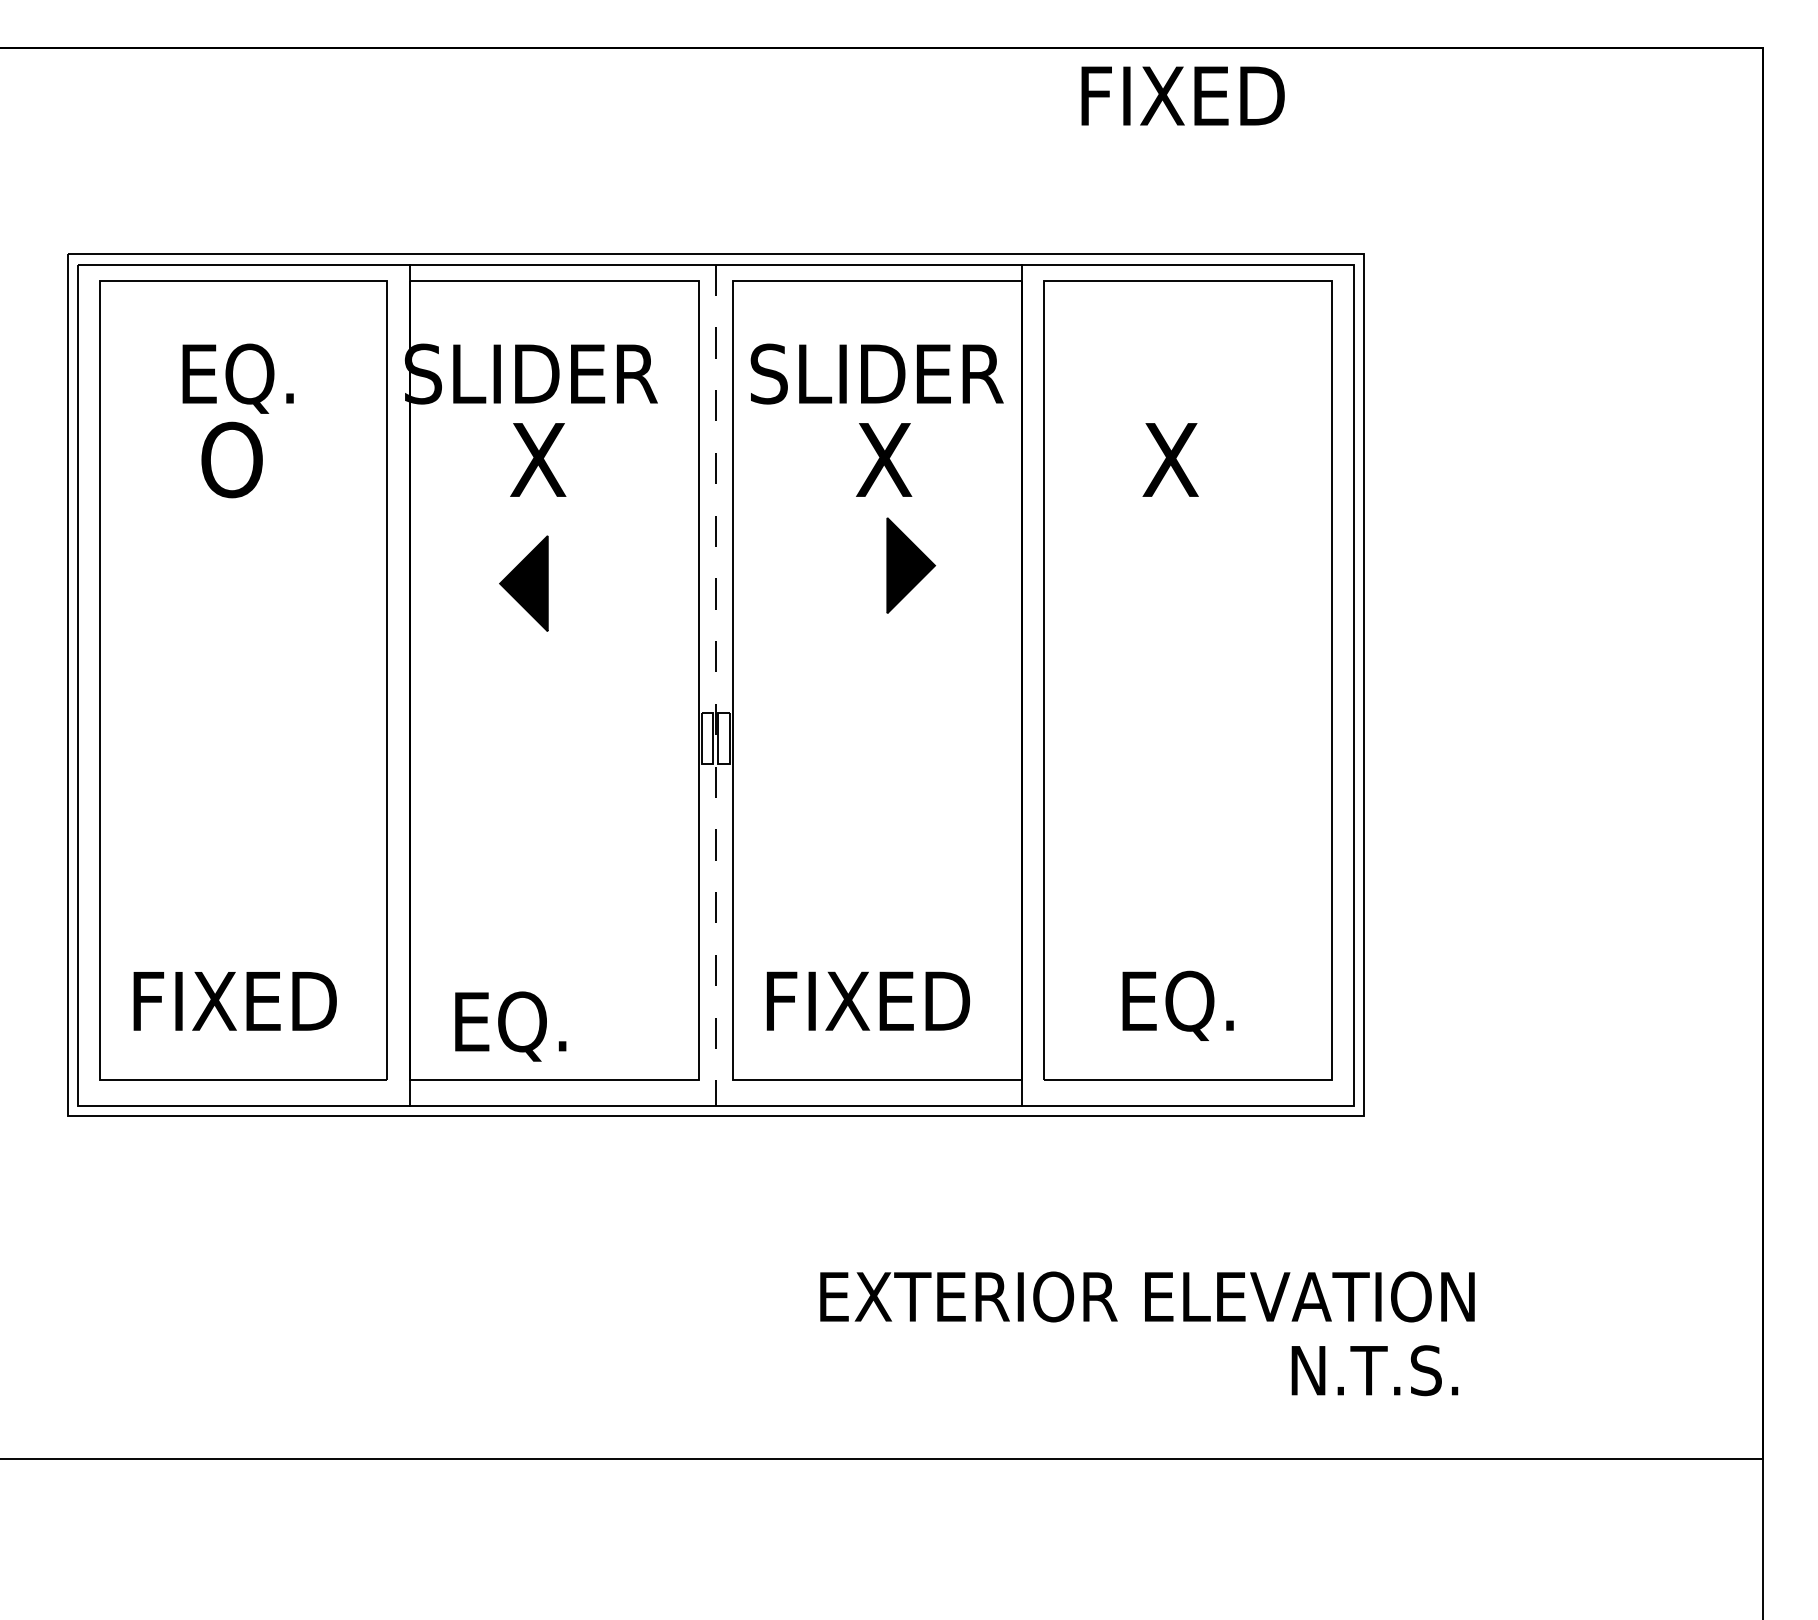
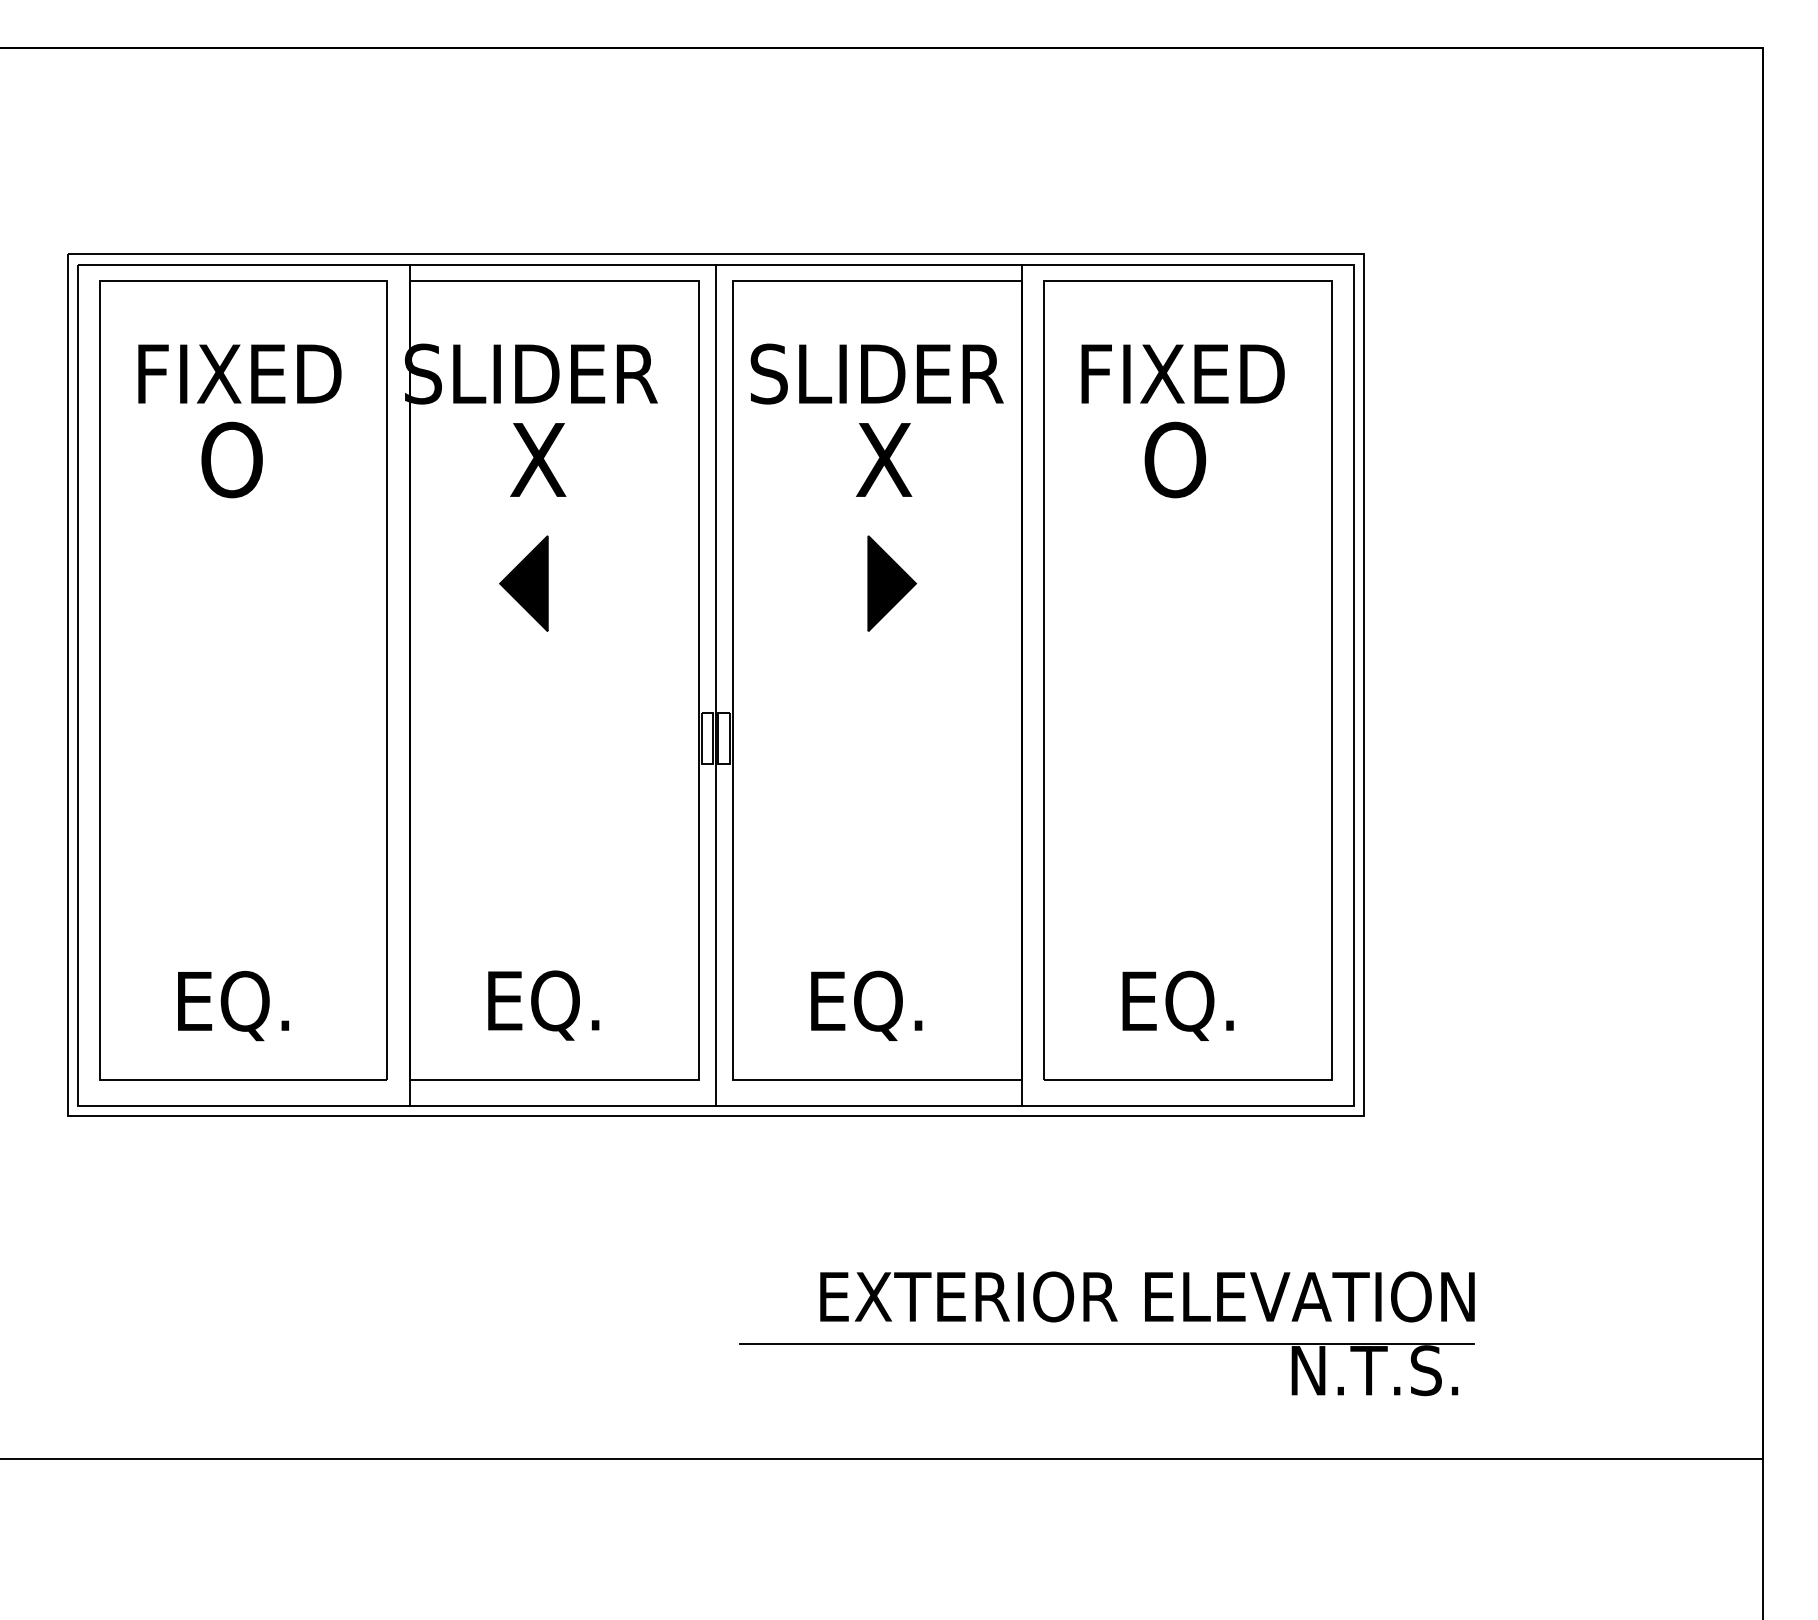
text at (1182, 95) position: (1182, 95) -> (1182, 373)
text at (239, 378): EQ. -> FIXED
text at (1174, 459): X -> O
part at (911, 565) position: (911, 565) -> (892, 583)
line at (715, 685): dashed -> solid
text at (234, 1005): FIXED -> EQ.
text at (868, 1005): FIXED -> EQ.
text at (510, 1026) position: (510, 1026) -> (543, 1005)
line at (1106, 1344): none -> present
